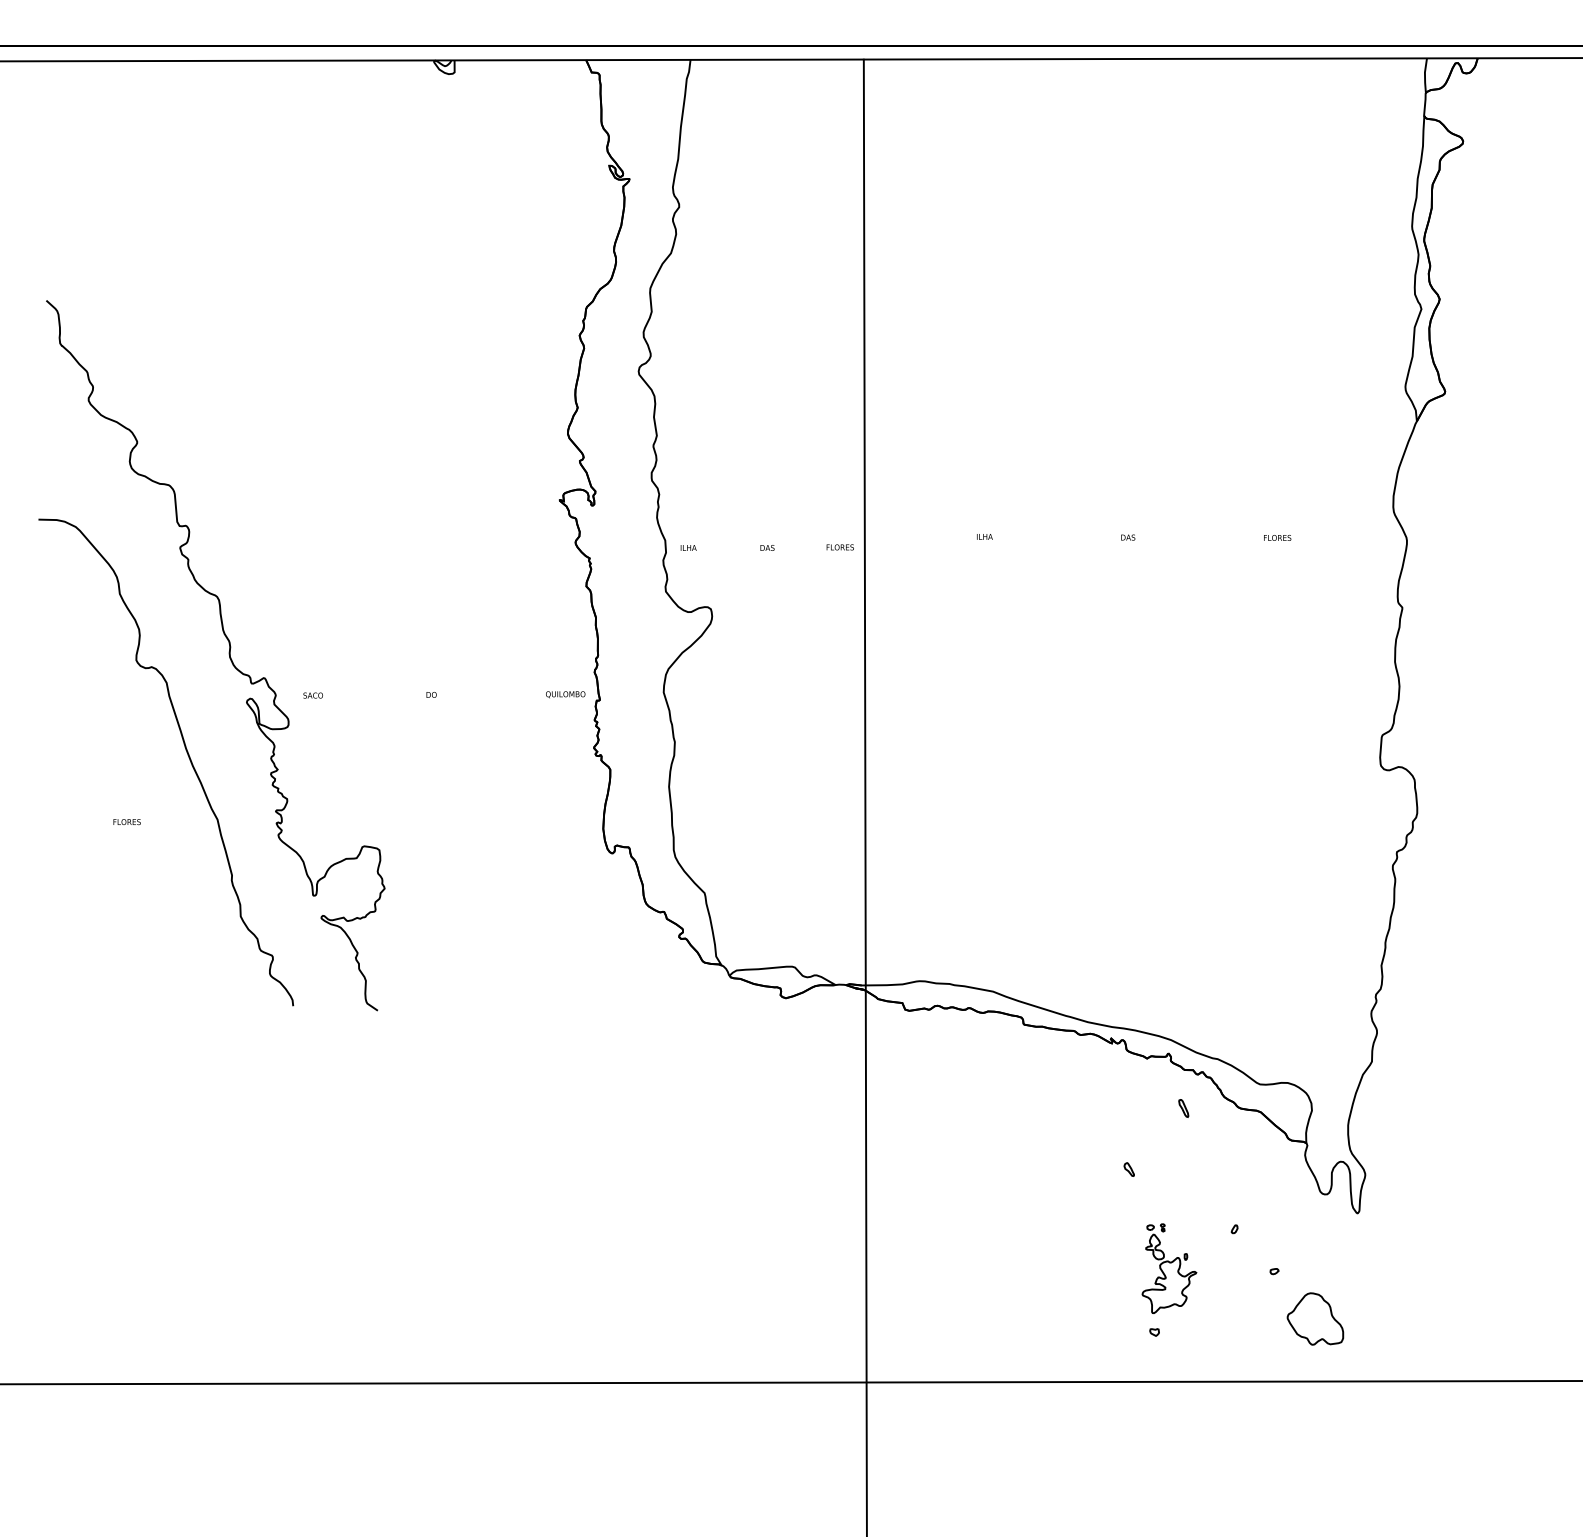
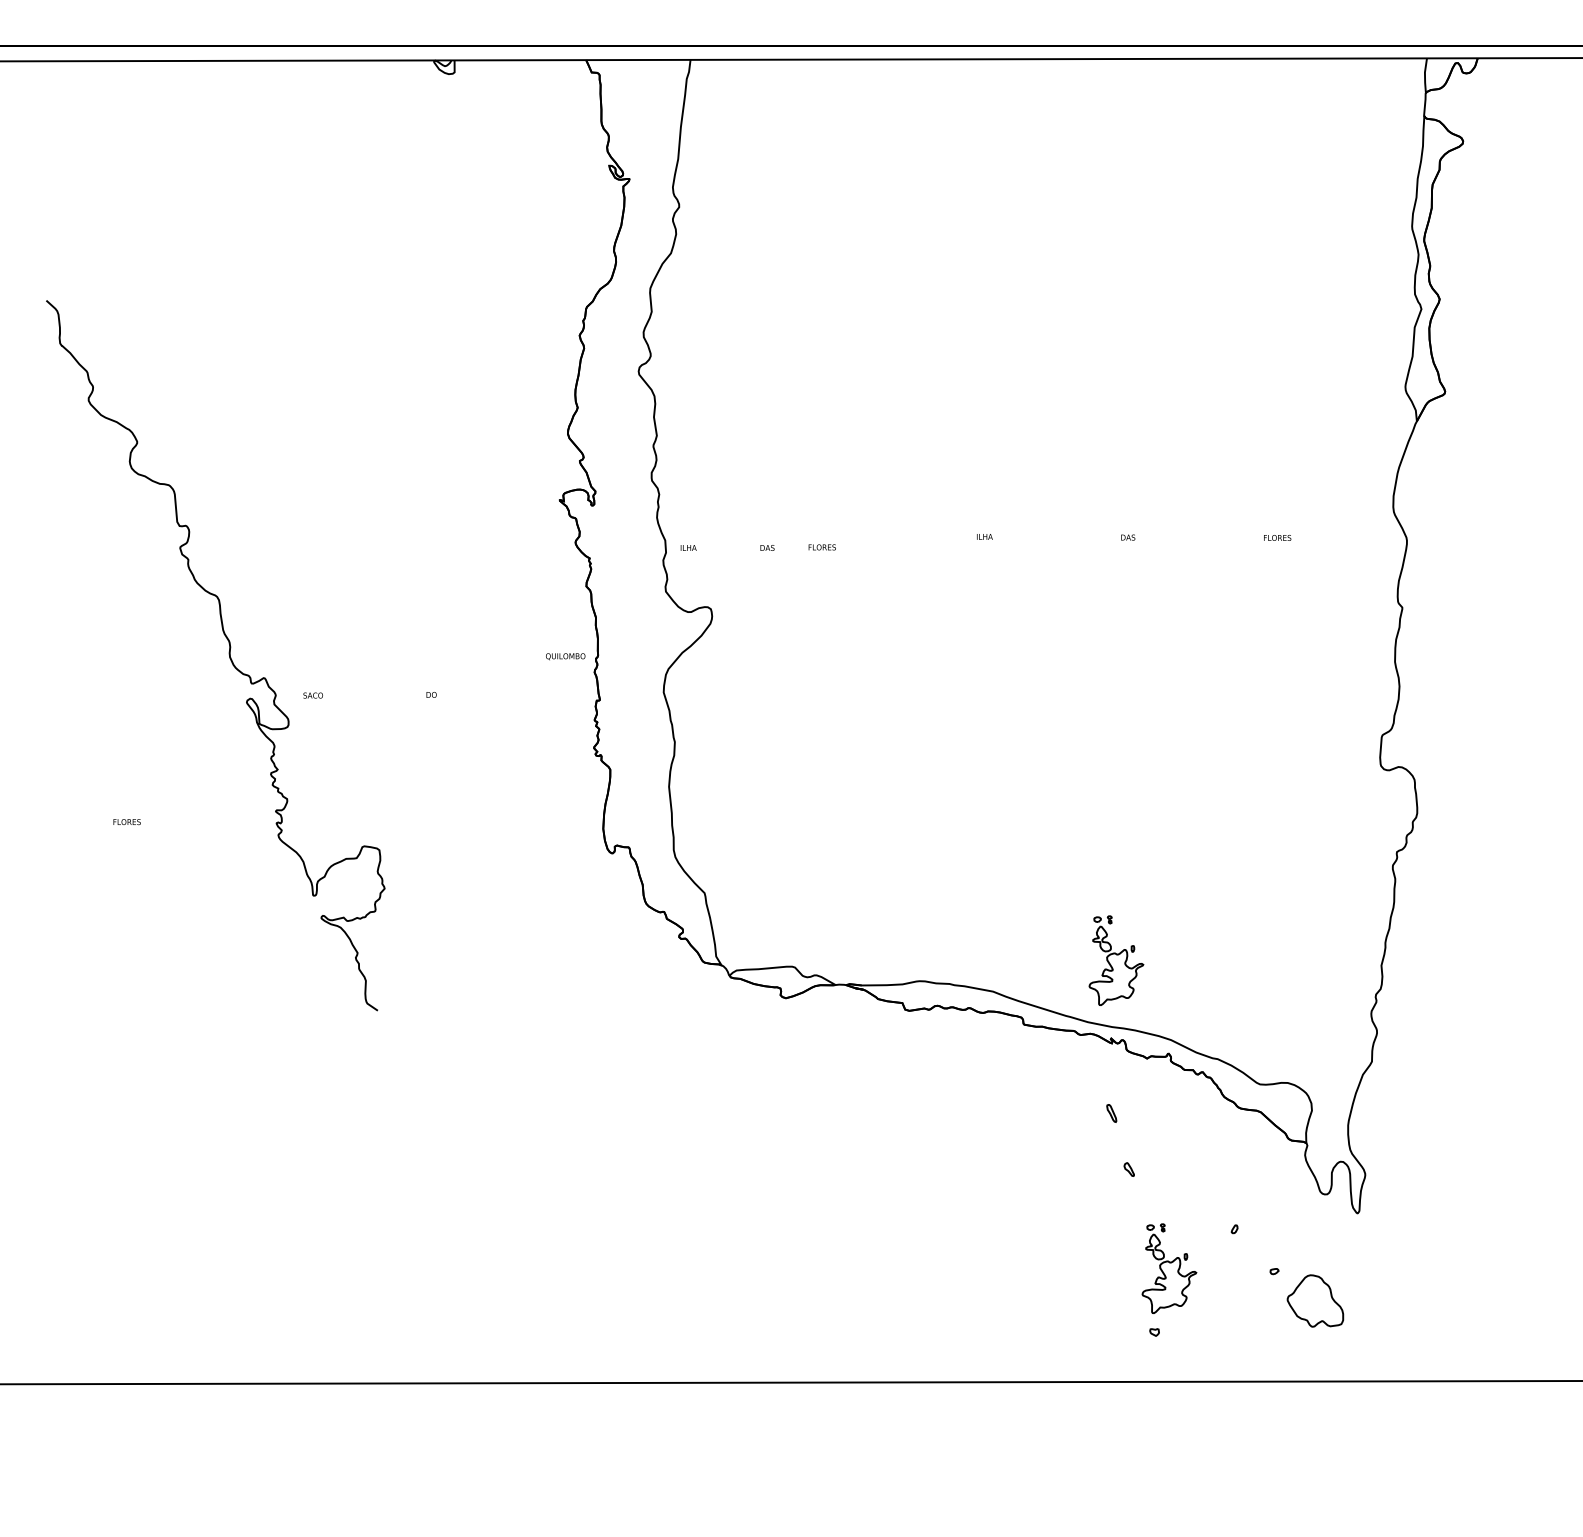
text at (839, 547) position: (839, 547) -> (821, 547)
text at (565, 694) position: (565, 694) -> (565, 656)
curve at (187, 755): present -> none
line at (864, 796): present -> none
part at (1116, 960): none -> present
part at (1183, 1108) position: (1183, 1108) -> (1111, 1113)
part at (1315, 1318) position: (1315, 1318) -> (1315, 1300)
